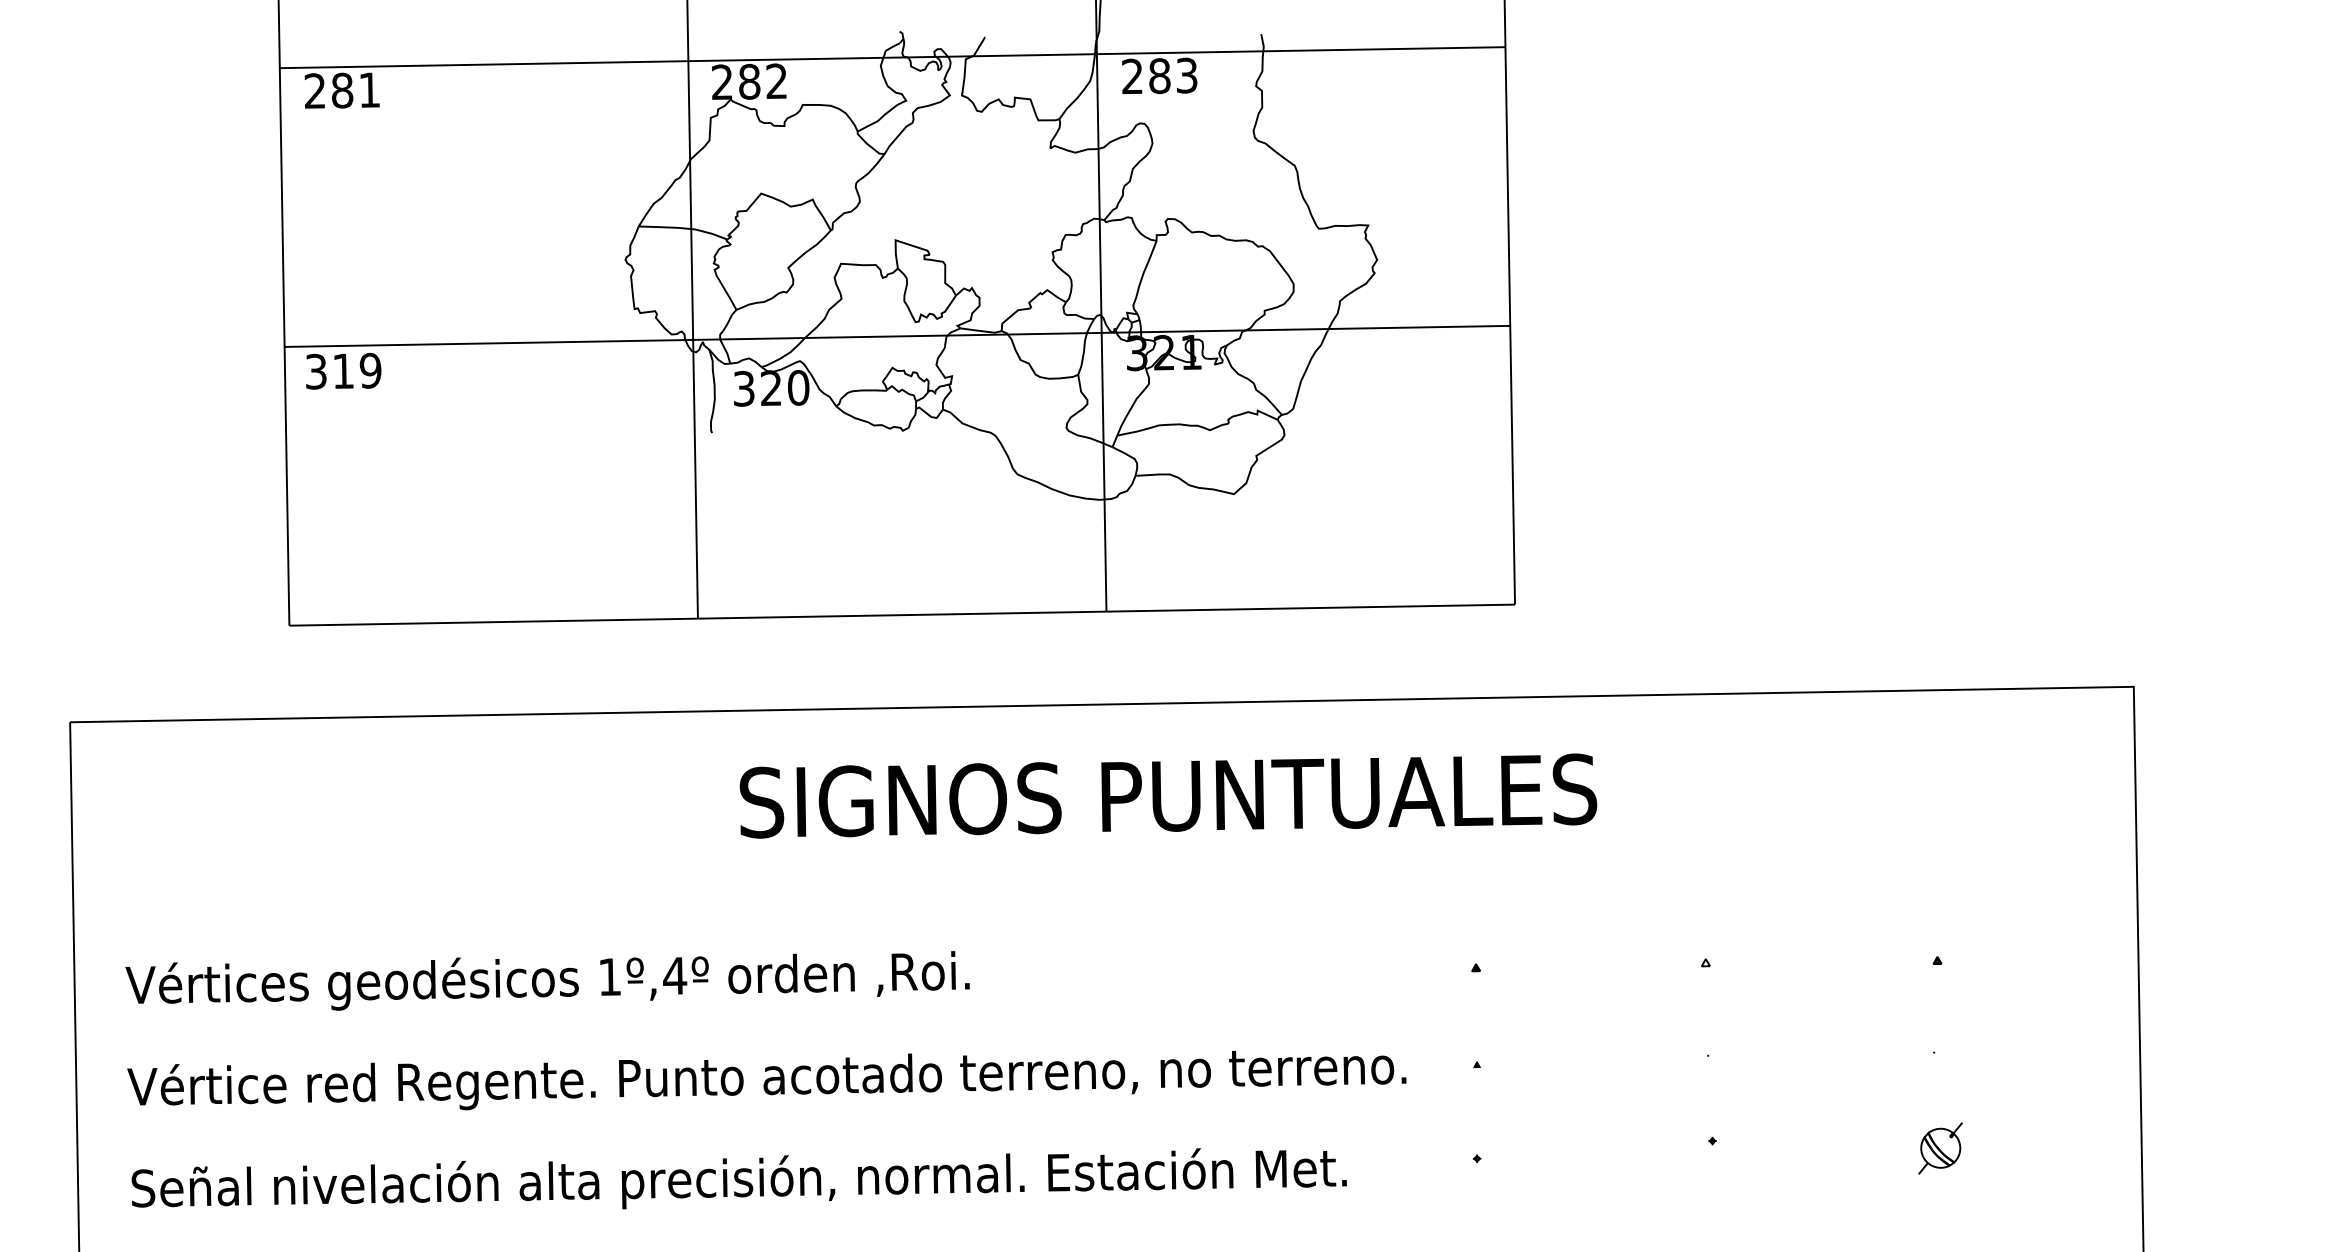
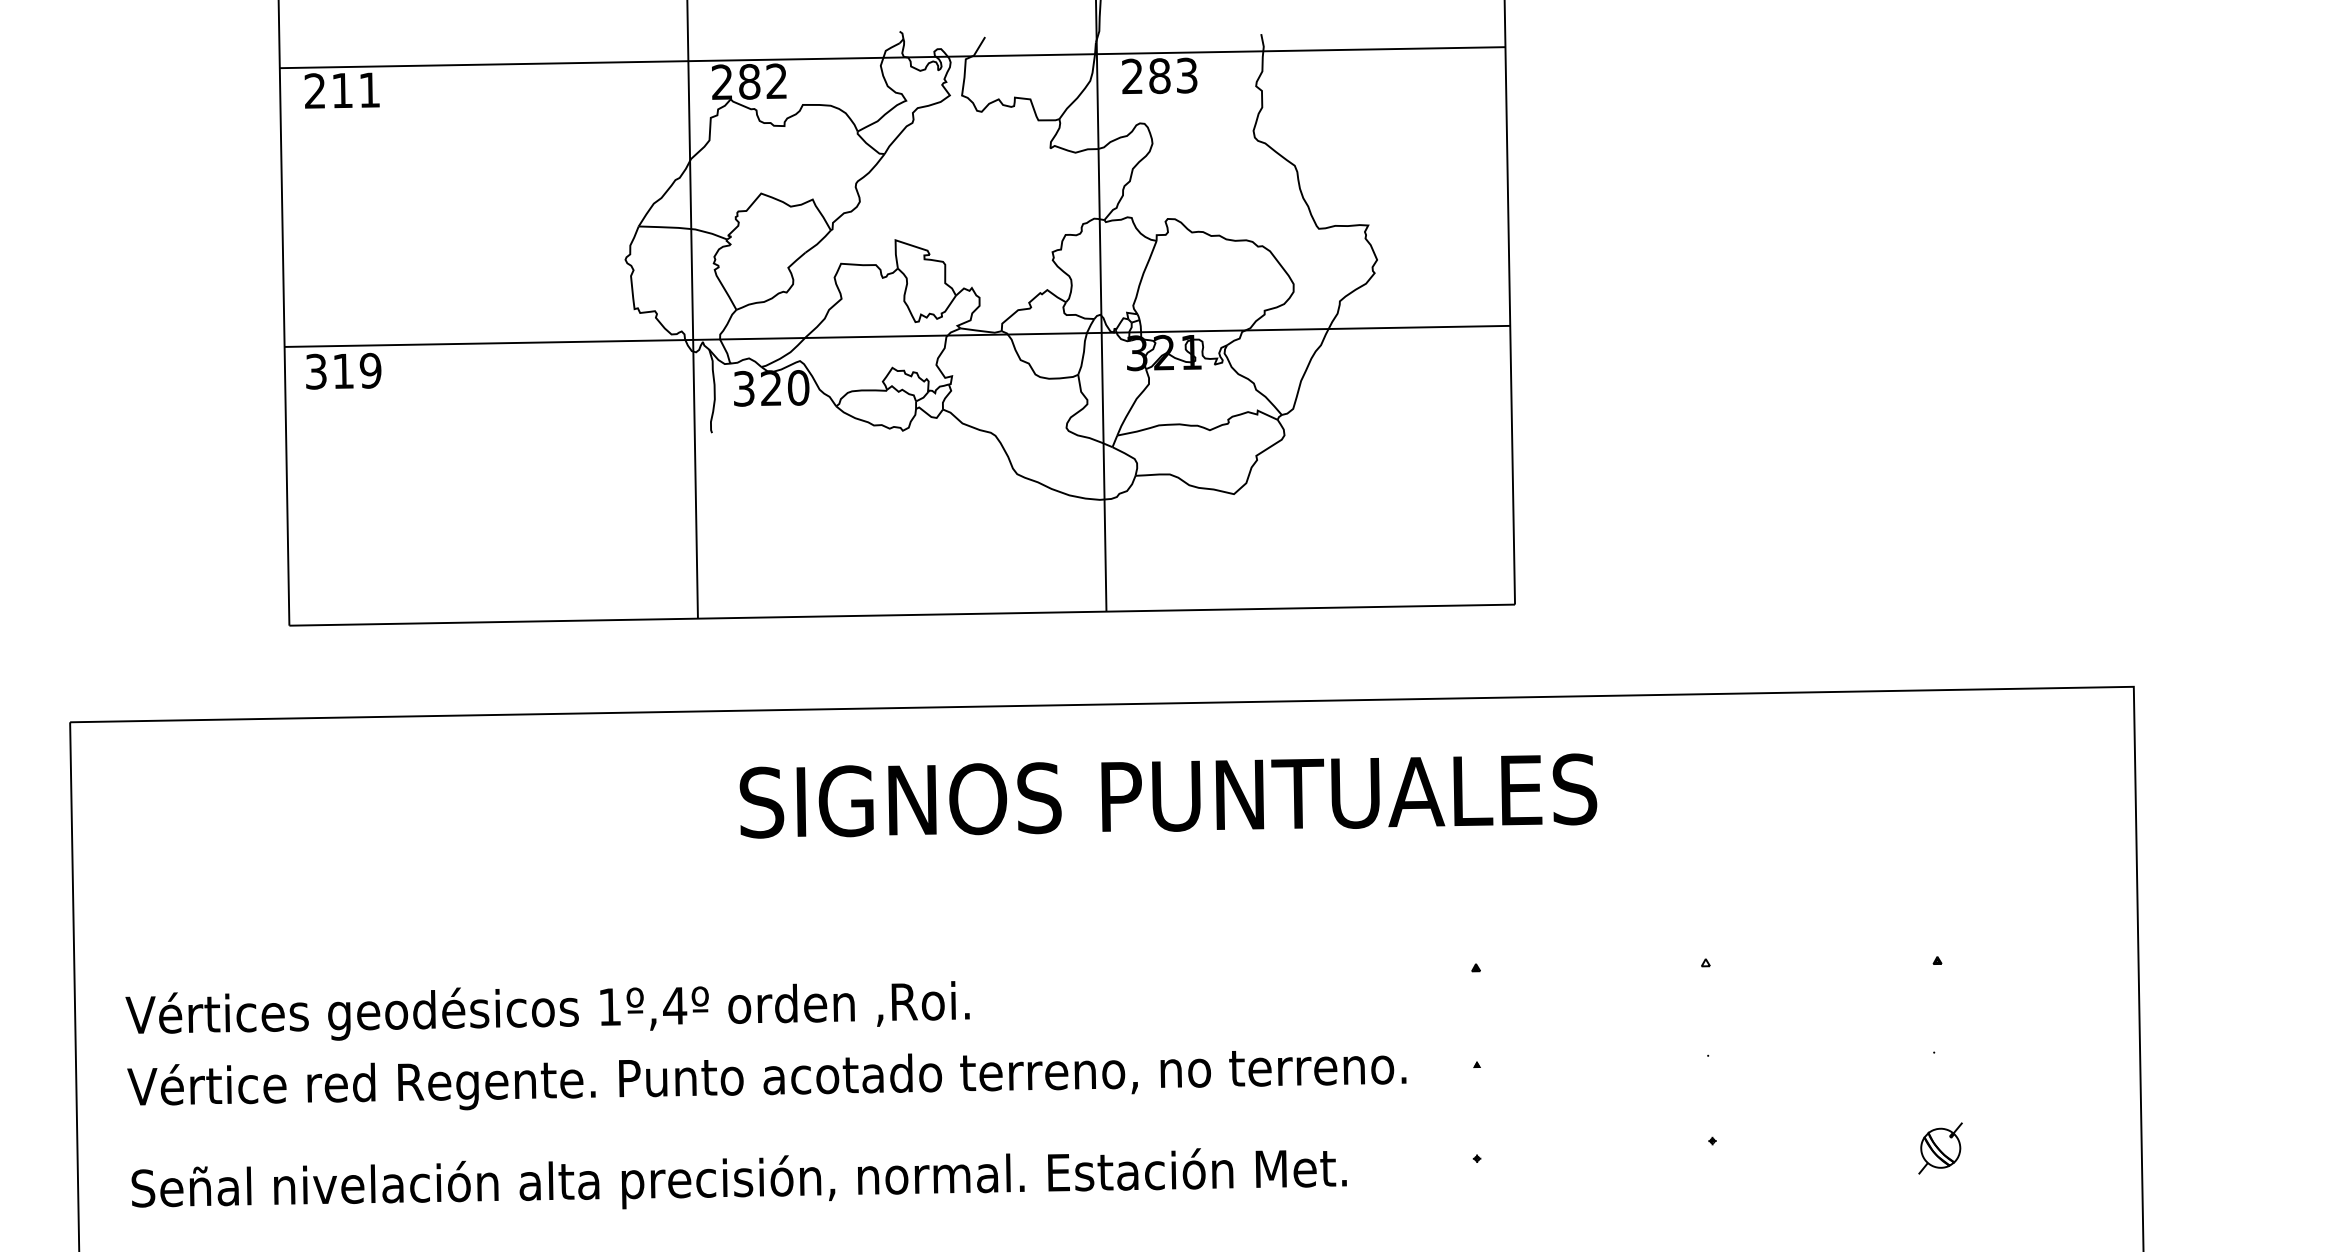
text at (342, 90): 281 -> 211
text at (547, 980) position: (547, 980) -> (547, 1010)
